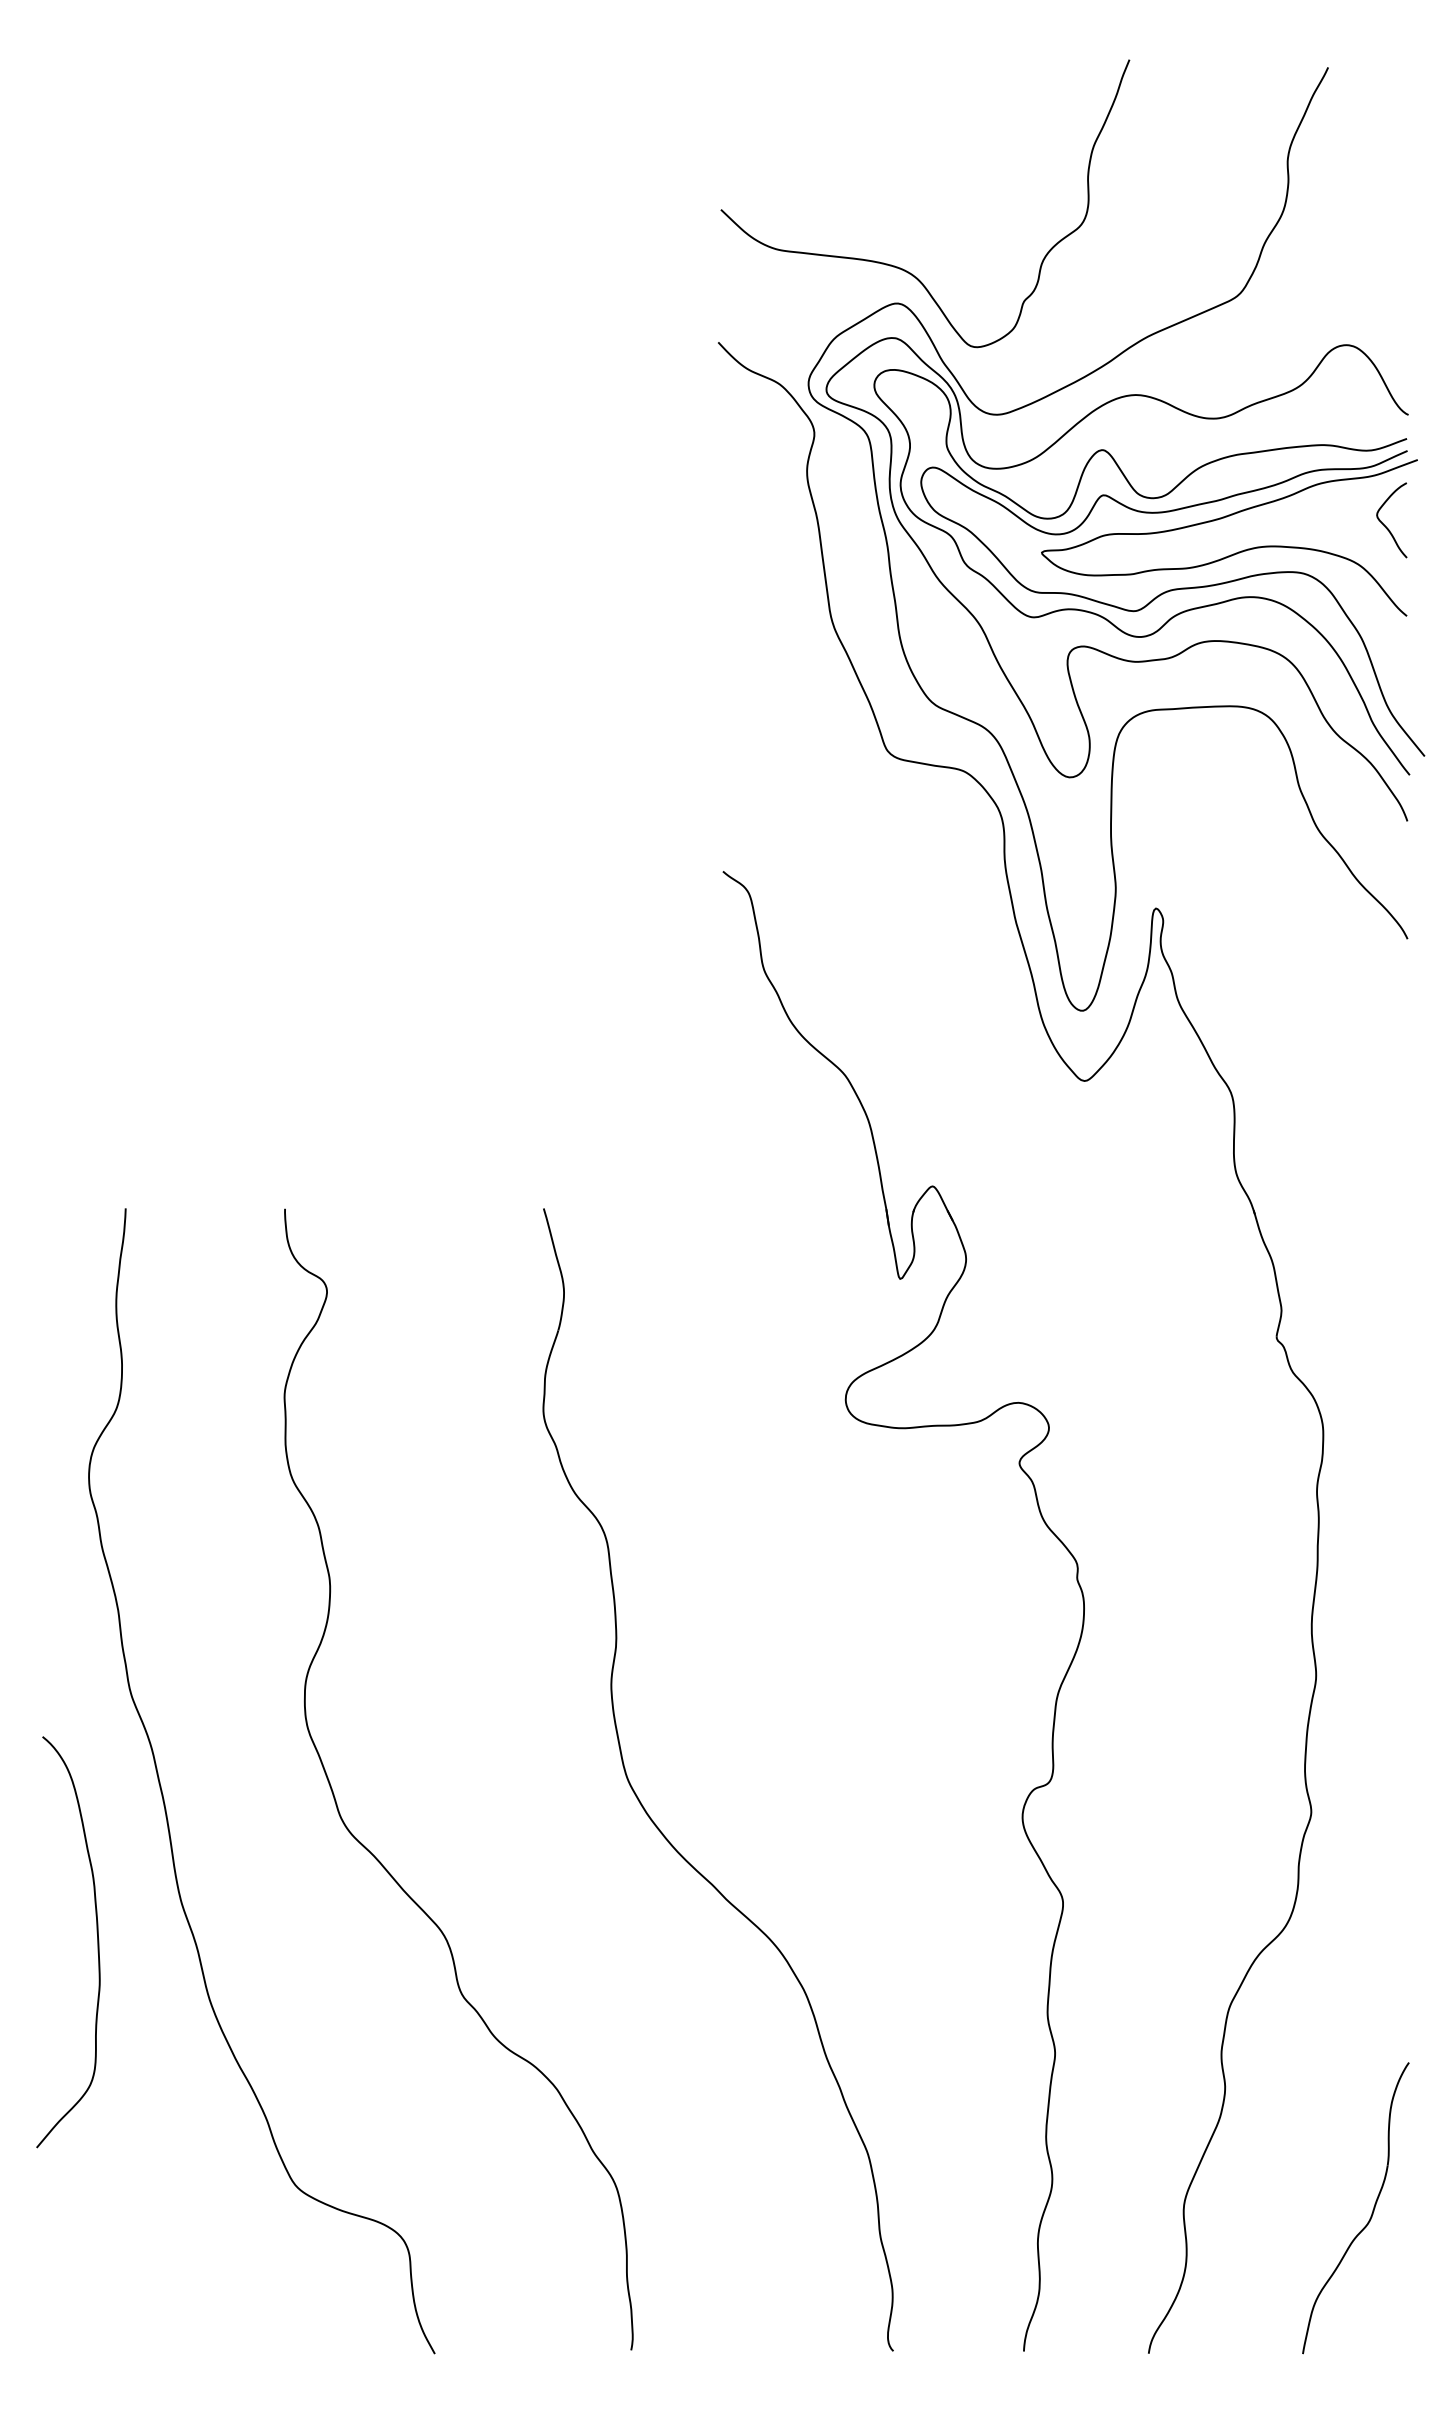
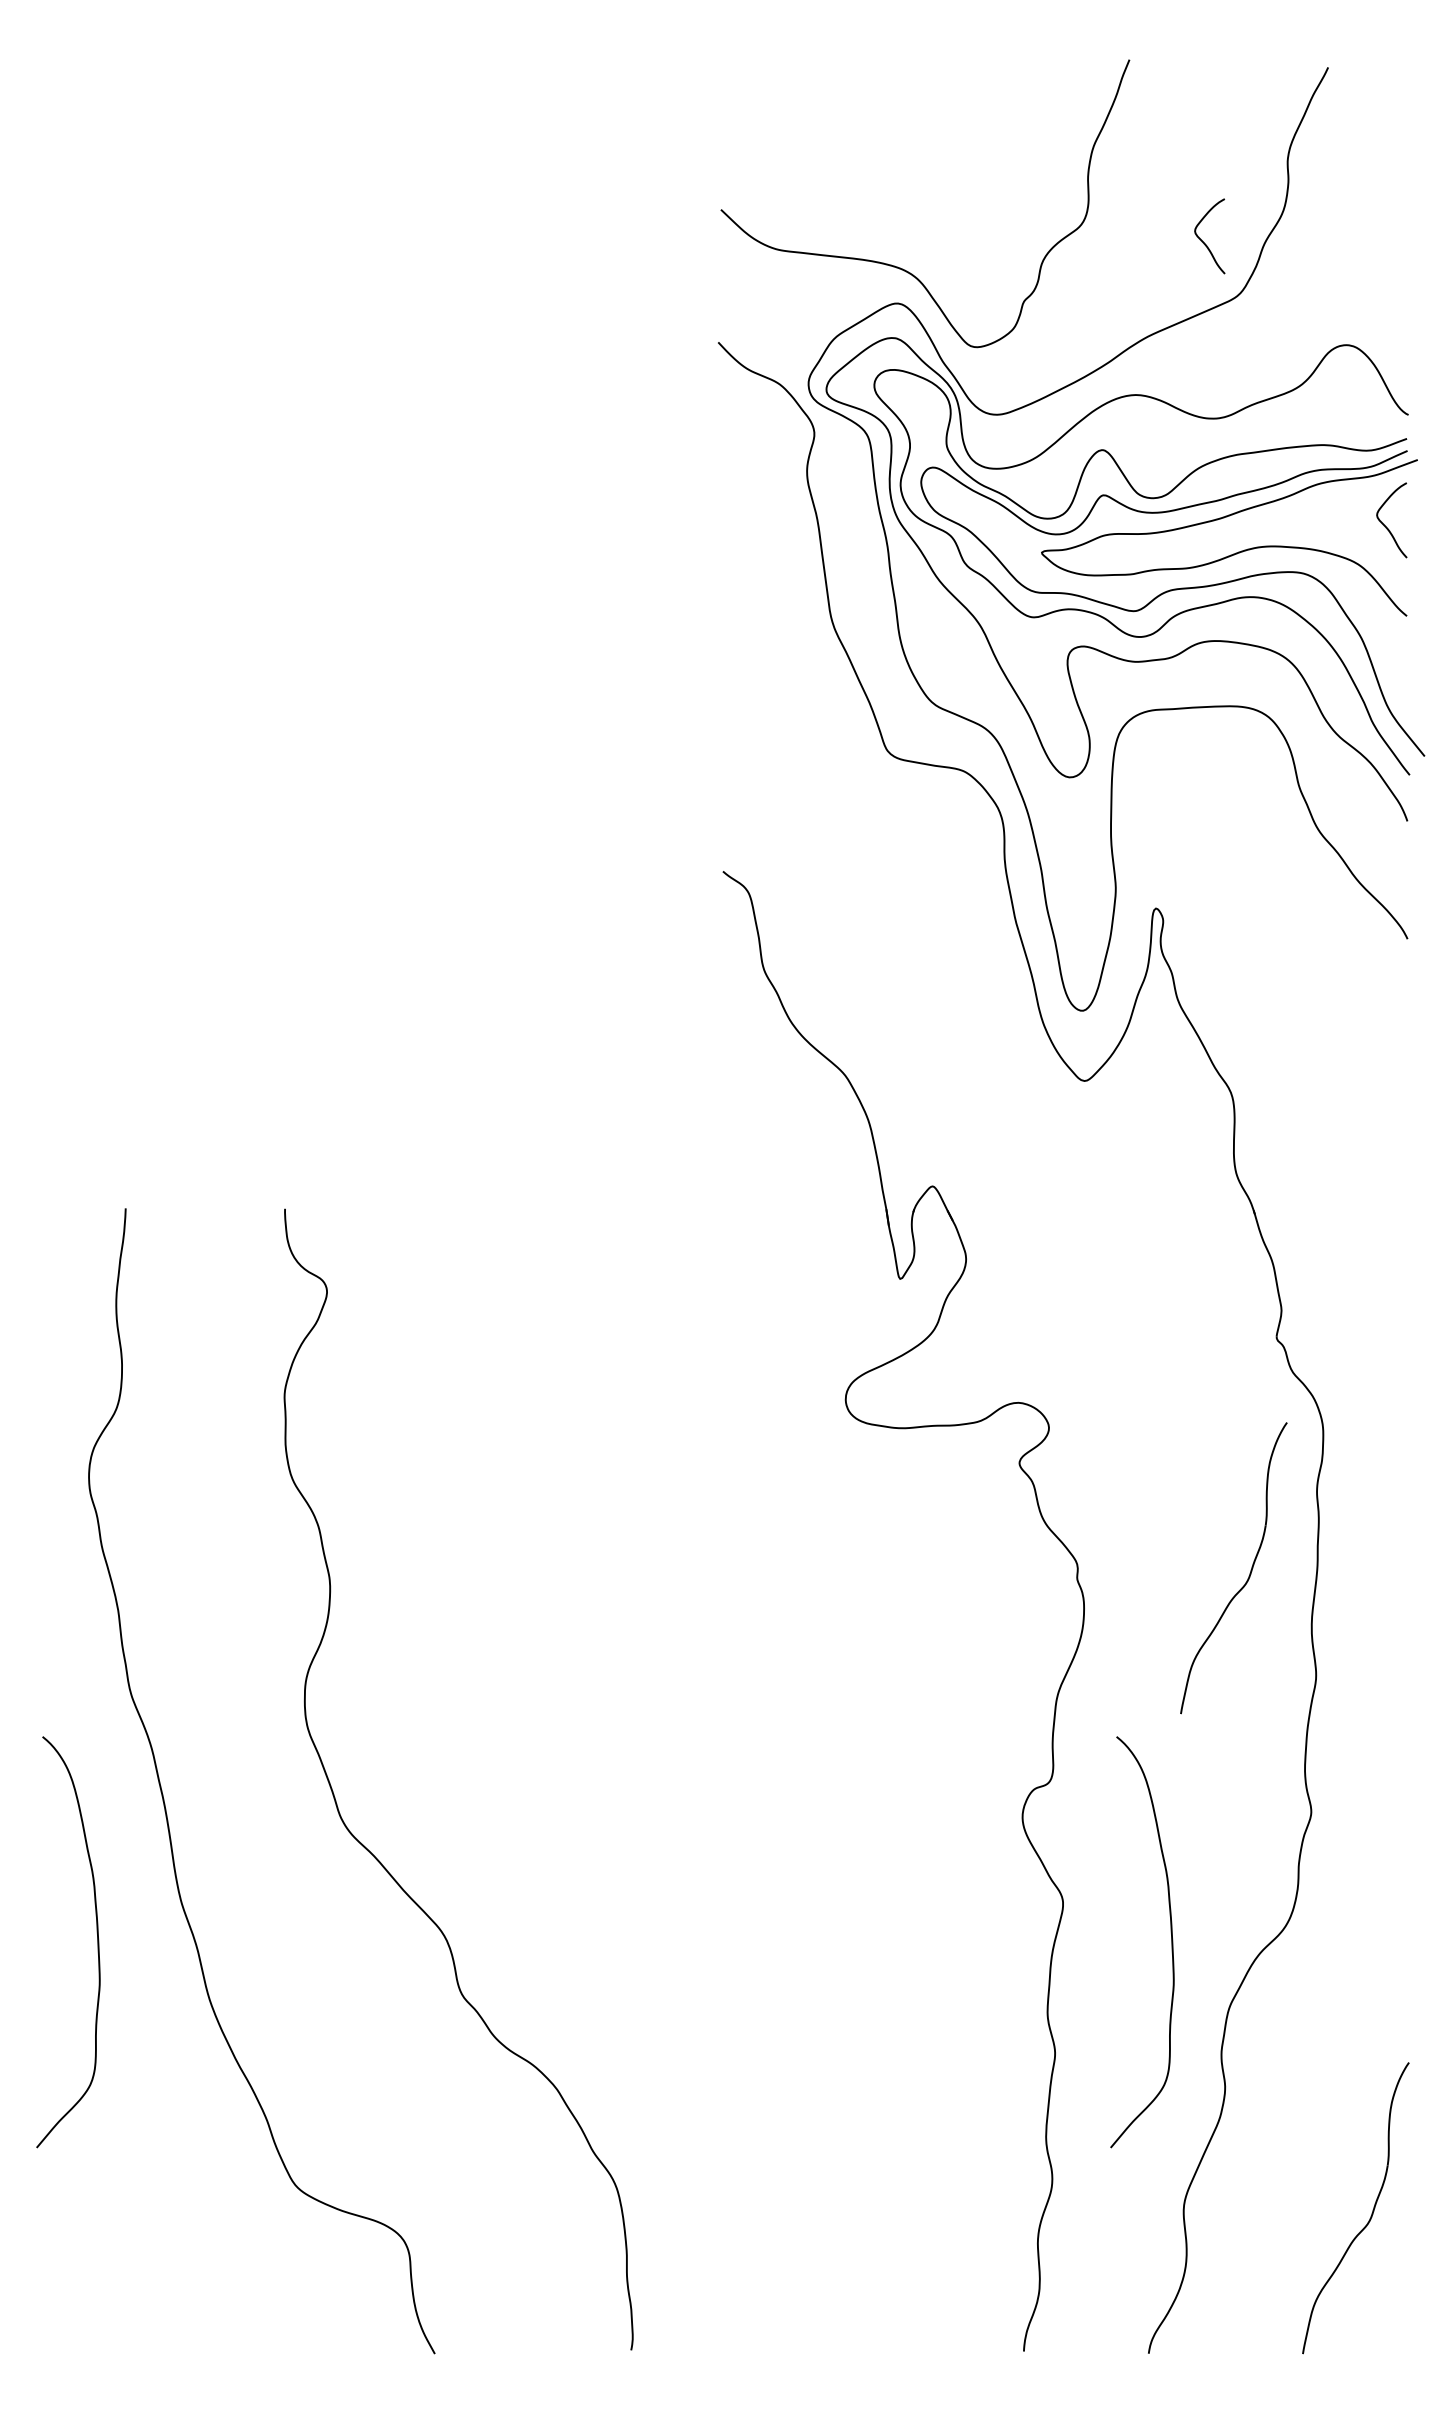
curve at (1203, 241): none -> present
part at (1249, 1573): none -> present
part at (656, 1824): present -> none
curve at (1171, 1942): none -> present
